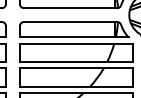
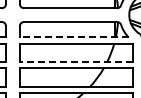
line at (73, 37): solid -> dashed
line at (76, 62): solid -> dashed
